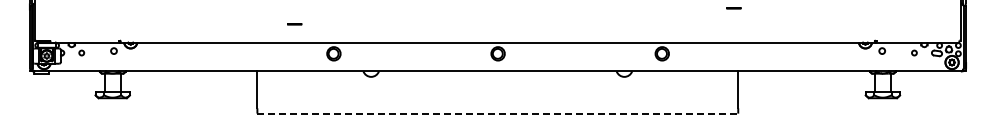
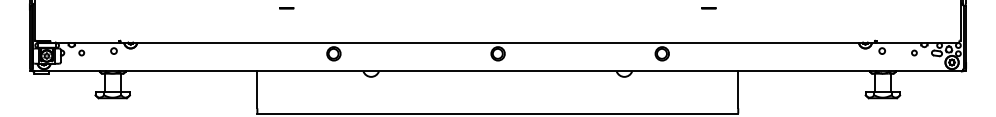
line at (733, 8) position: (733, 8) -> (708, 8)
line at (294, 24) position: (294, 24) -> (286, 8)
line at (498, 113): dashed -> solid
